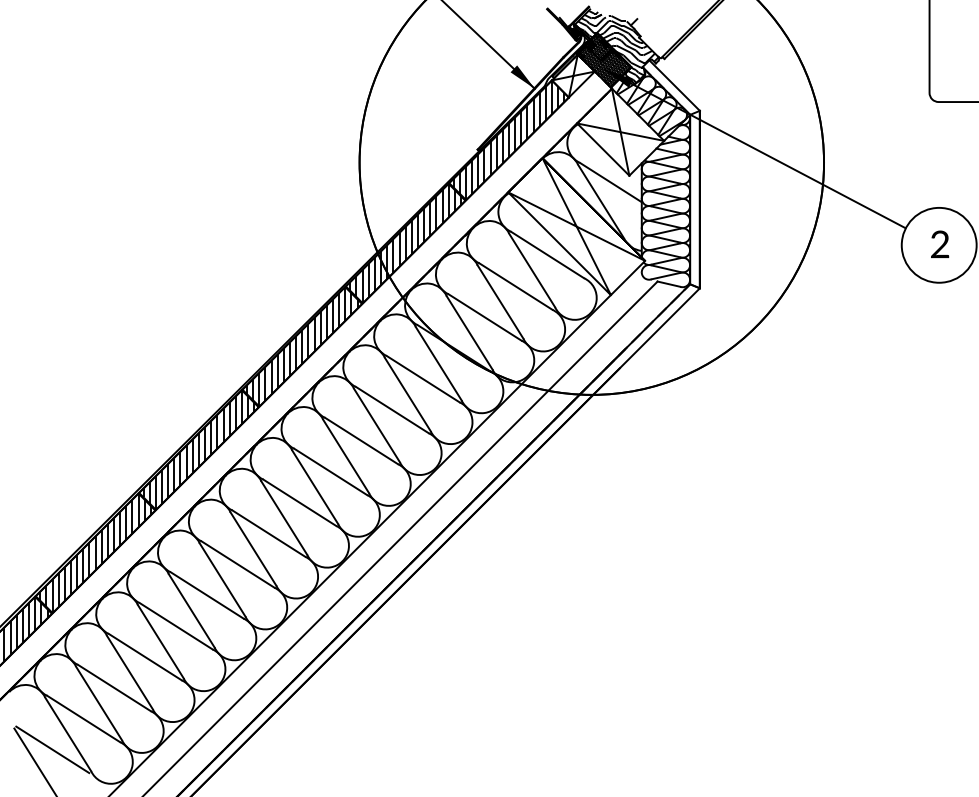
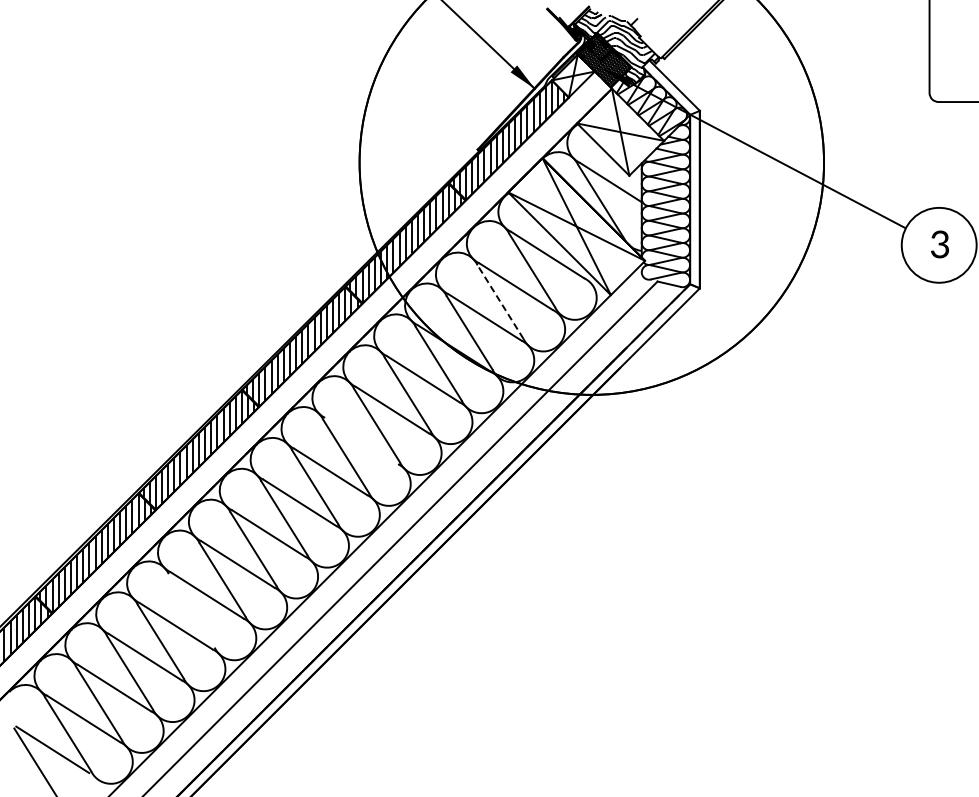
text at (940, 245): 2 -> 3
line at (500, 301): solid -> dashed
line at (361, 440): present -> none
line at (191, 610): present -> none
